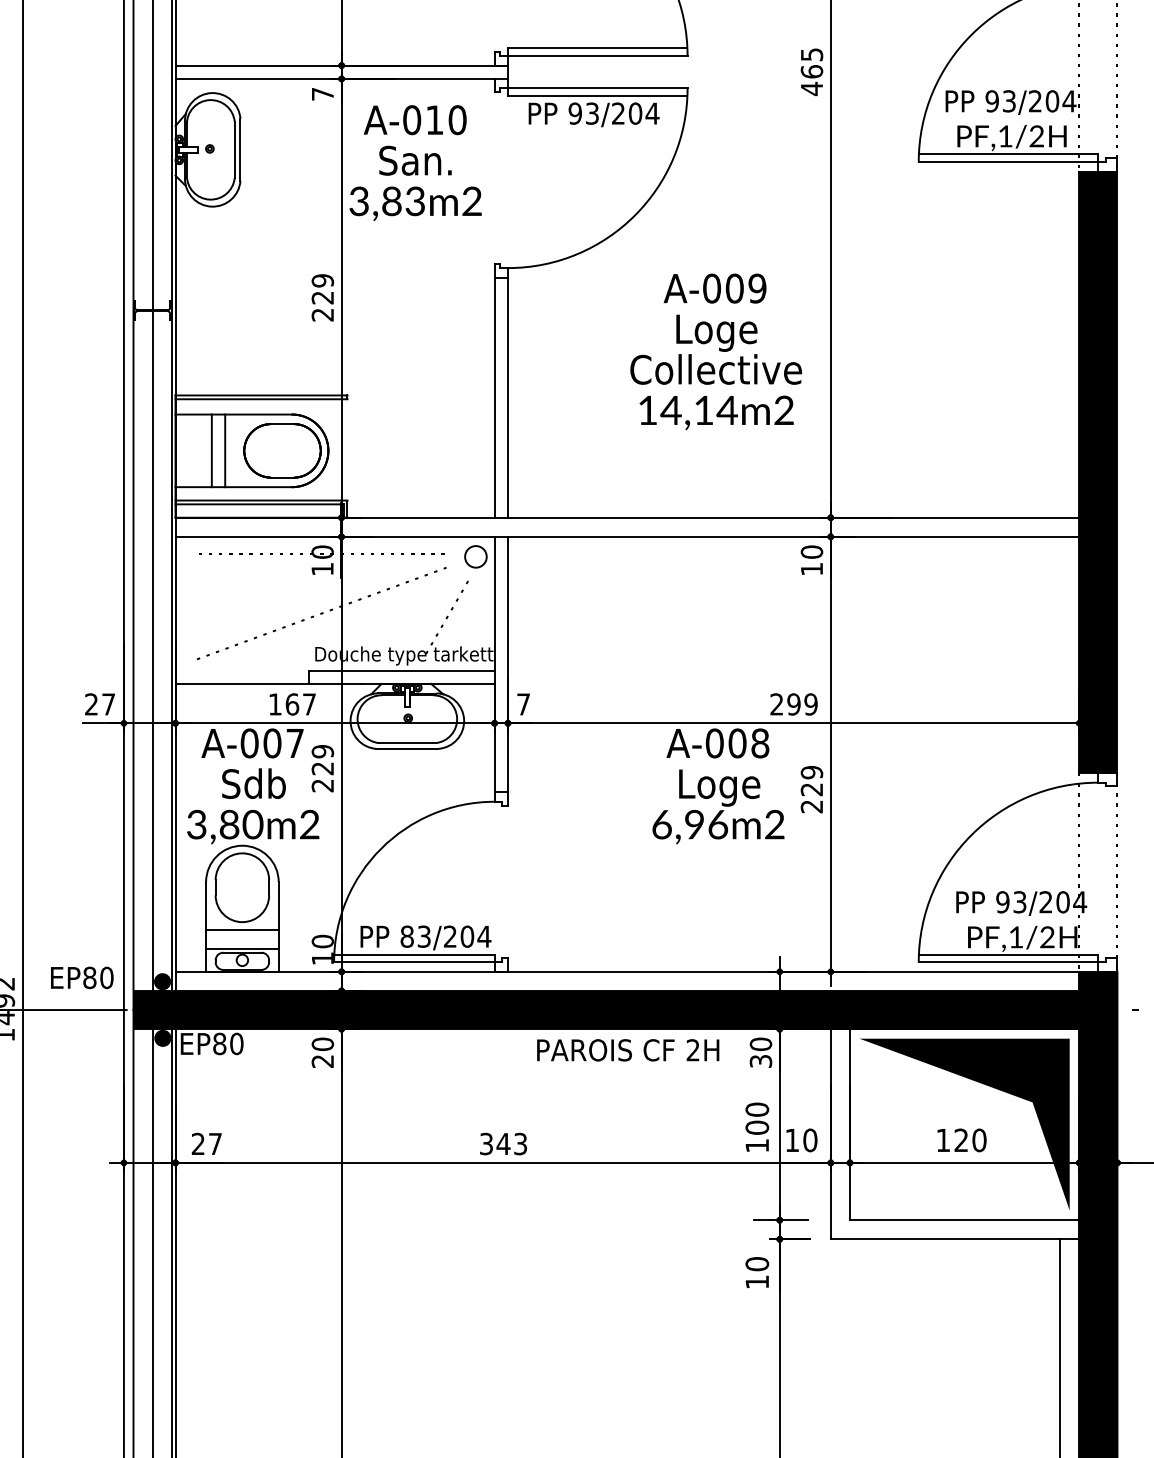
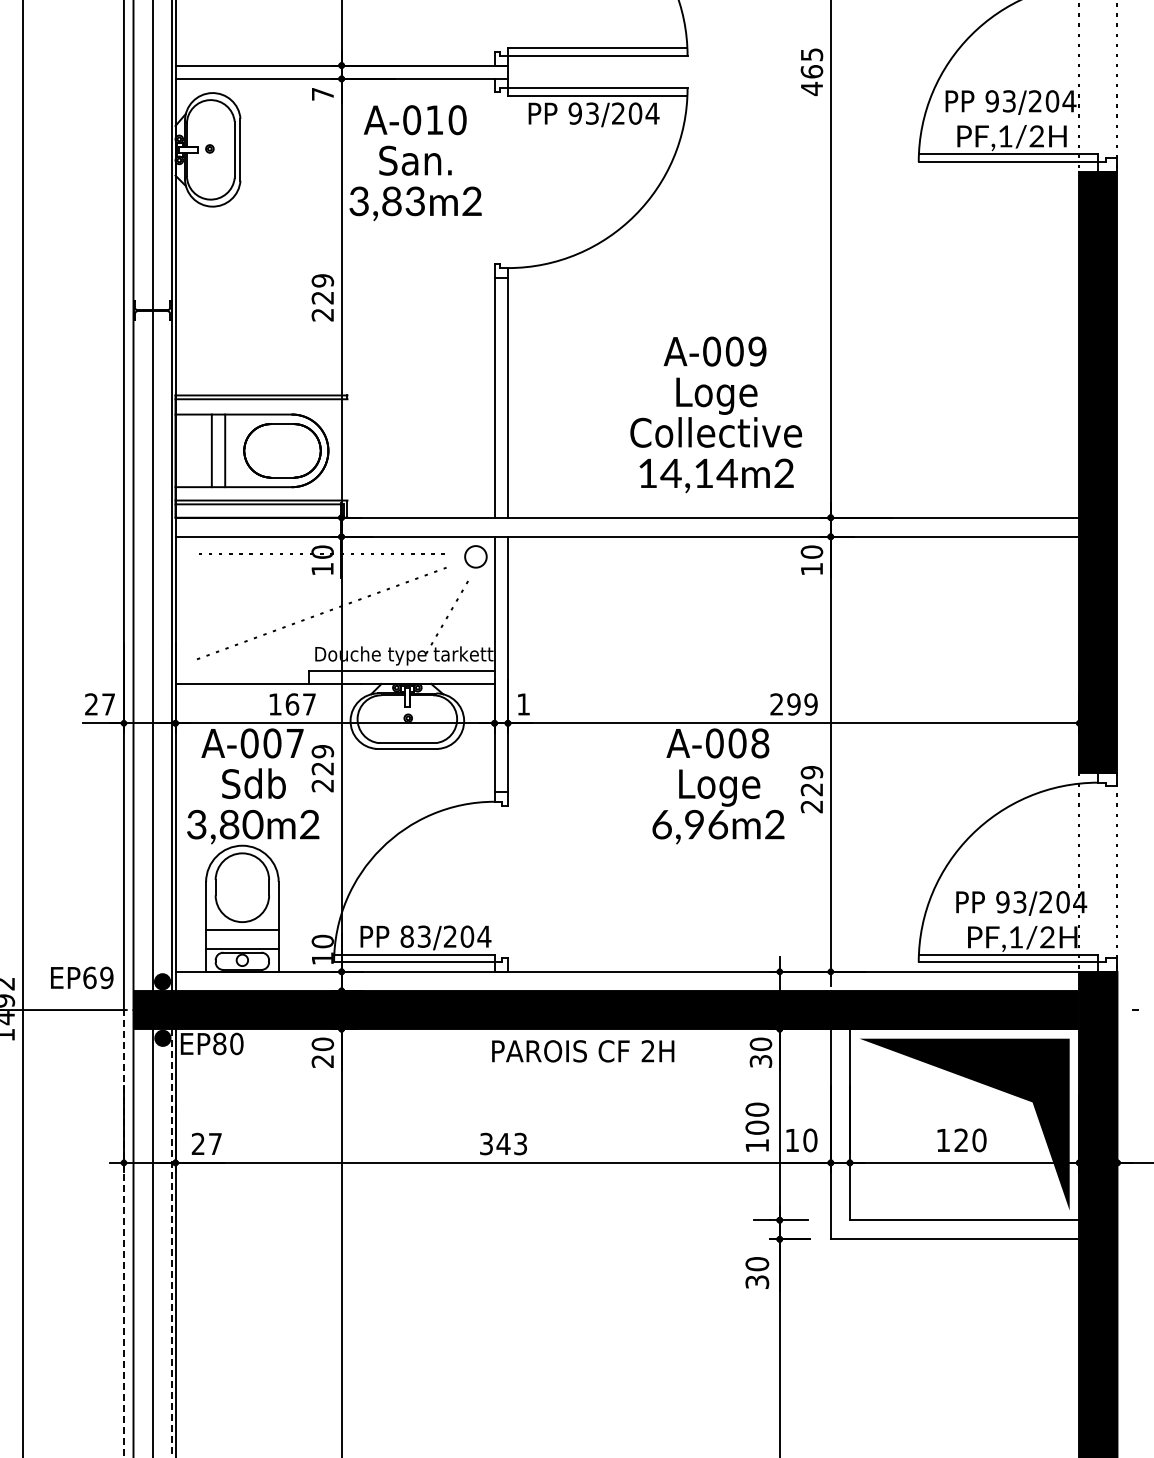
text at (715, 351) position: (715, 351) -> (715, 414)
text at (523, 704): 7 -> 1
text at (98, 977): EP80 -> EP69
text at (628, 1050) position: (628, 1050) -> (583, 1051)
line at (123, 1233): solid -> dashed
line at (171, 1243): solid -> dashed
text at (757, 1281): 10 -> 30
line at (1060, 1346): present -> none
